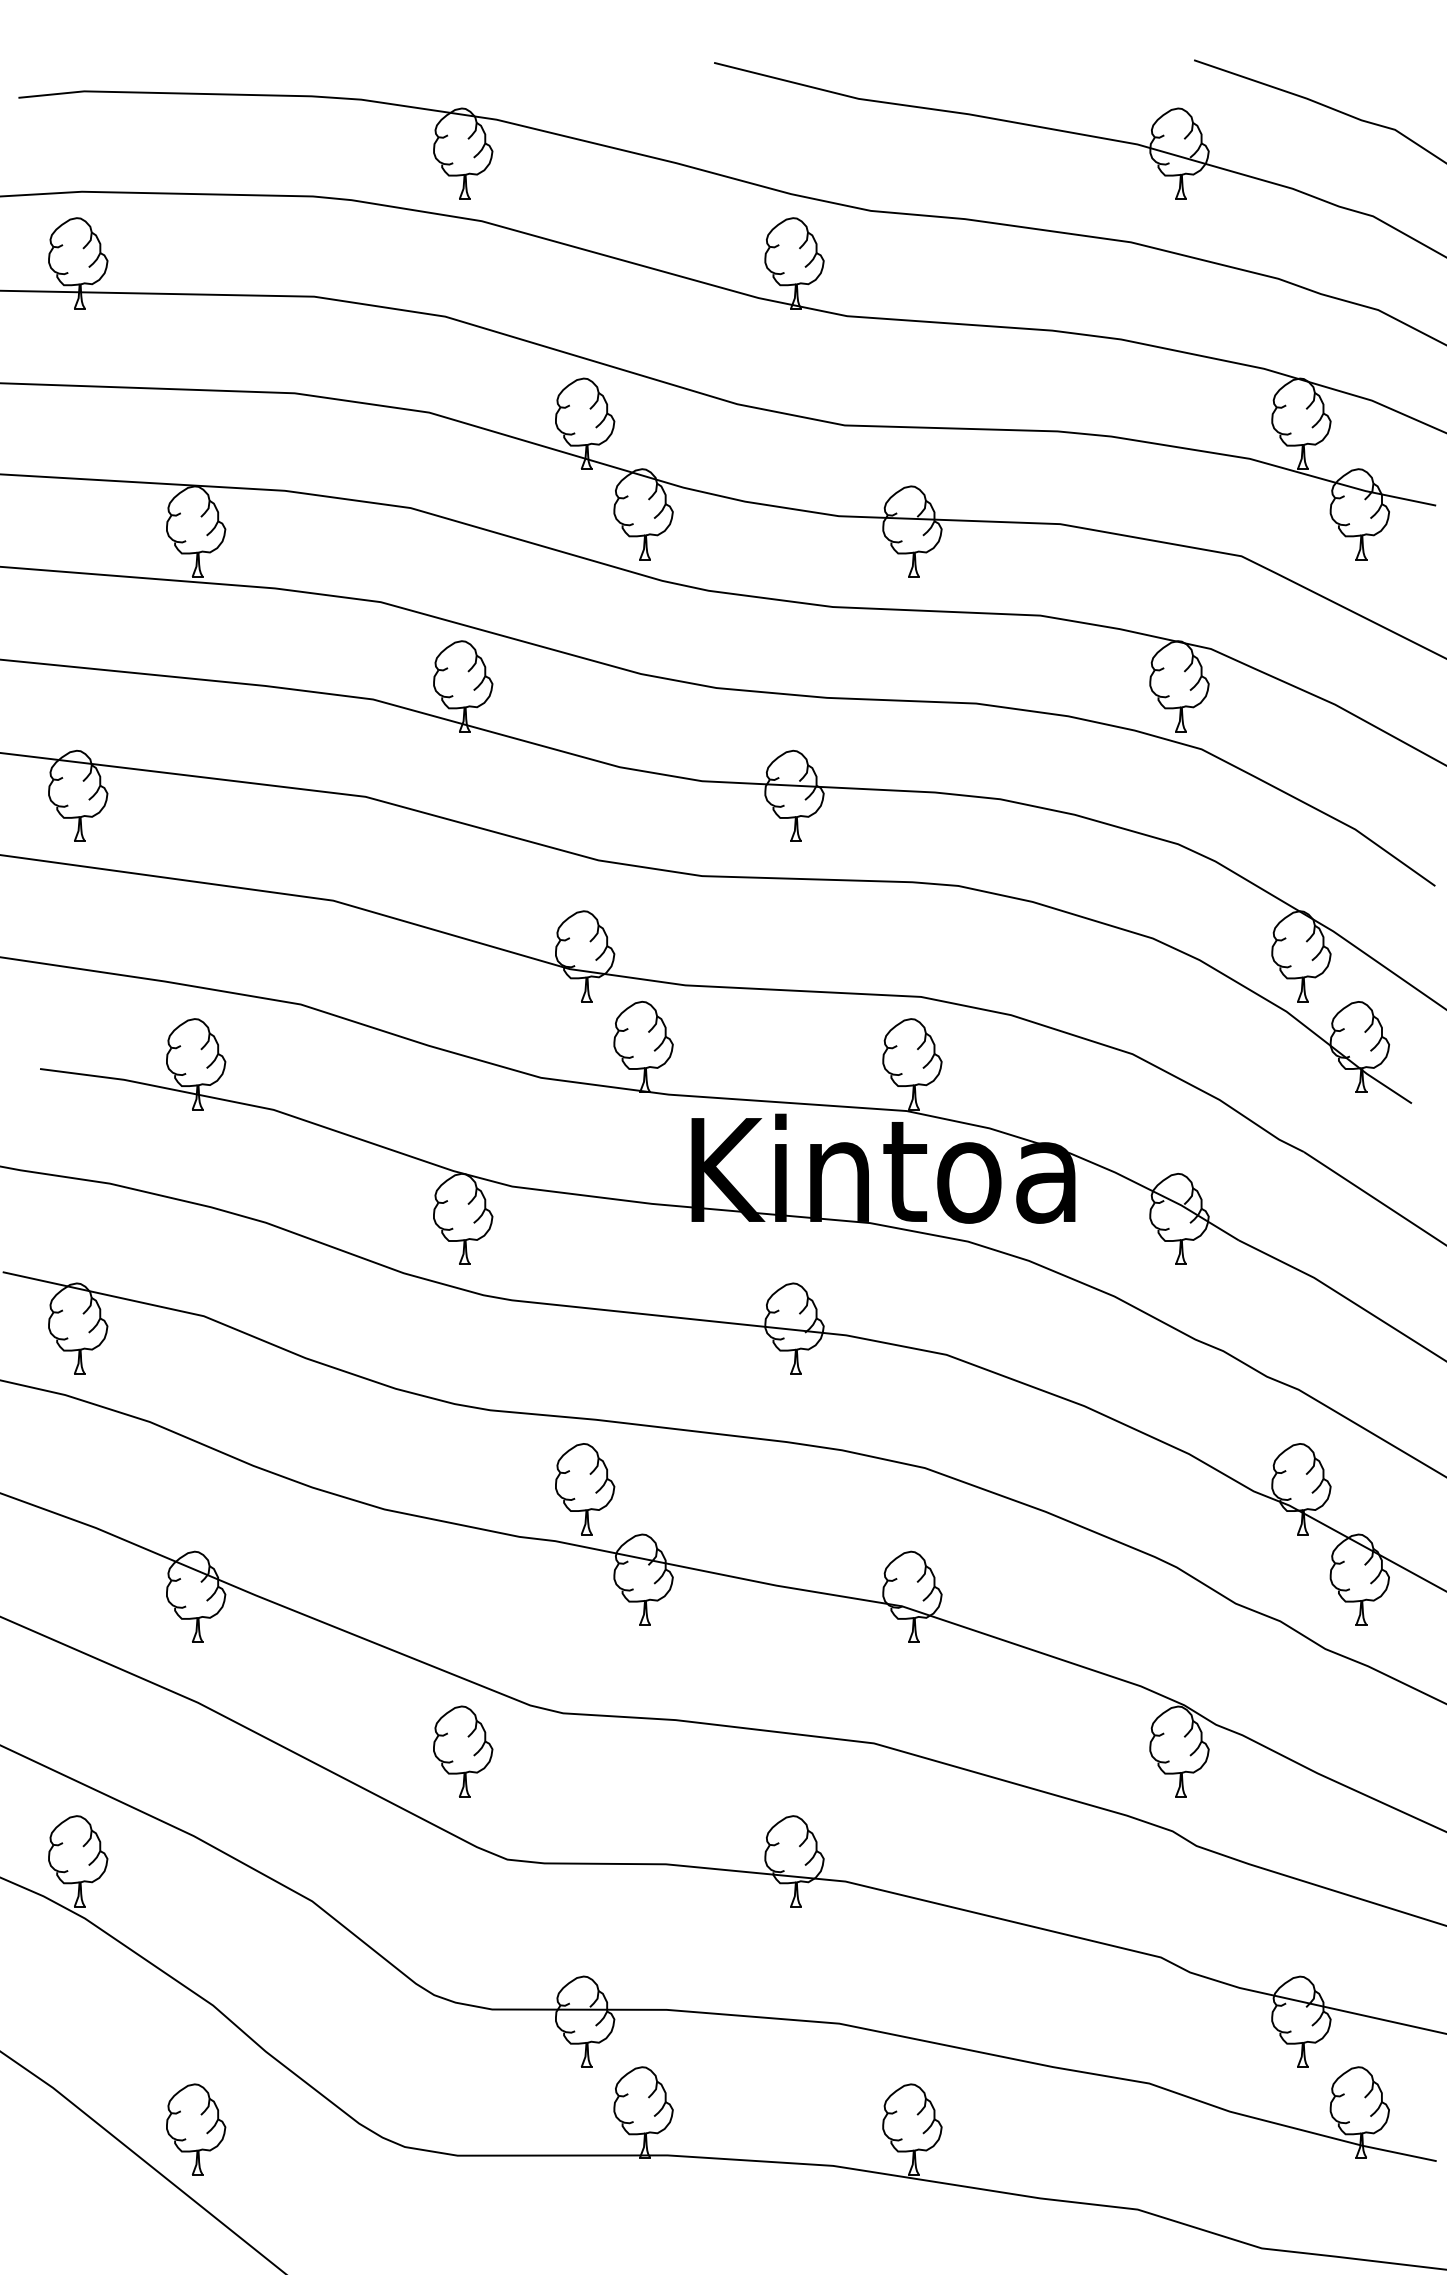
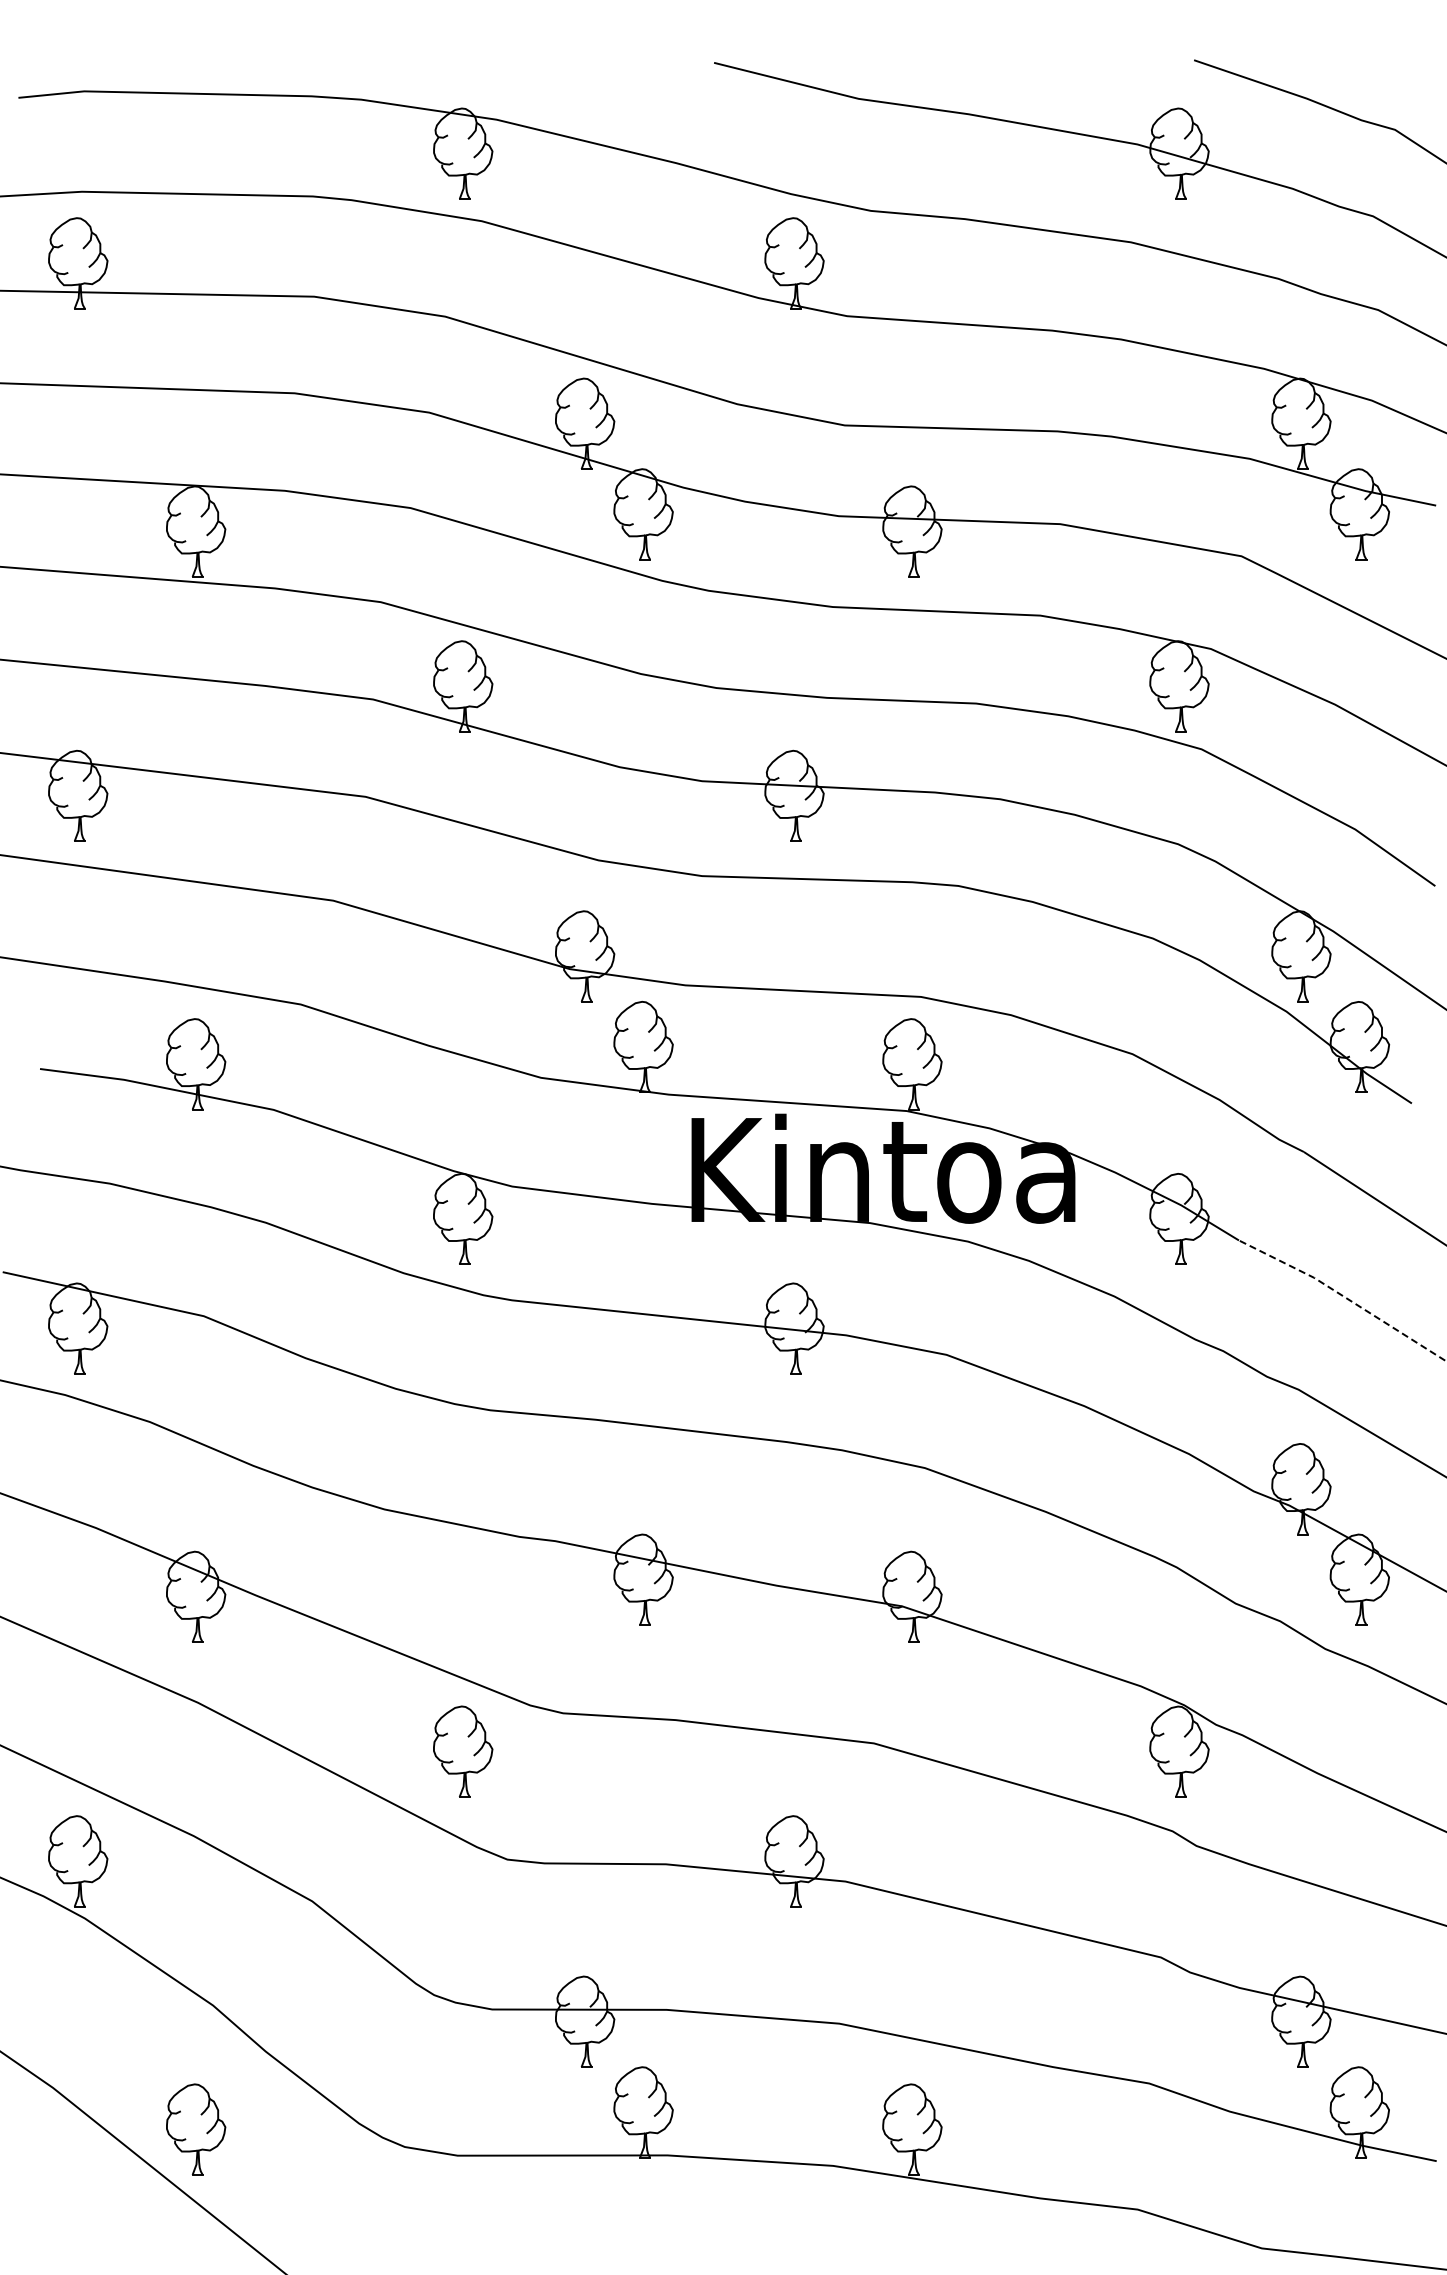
line at (1344, 1297): solid -> dashed
part at (585, 1489): present -> none
